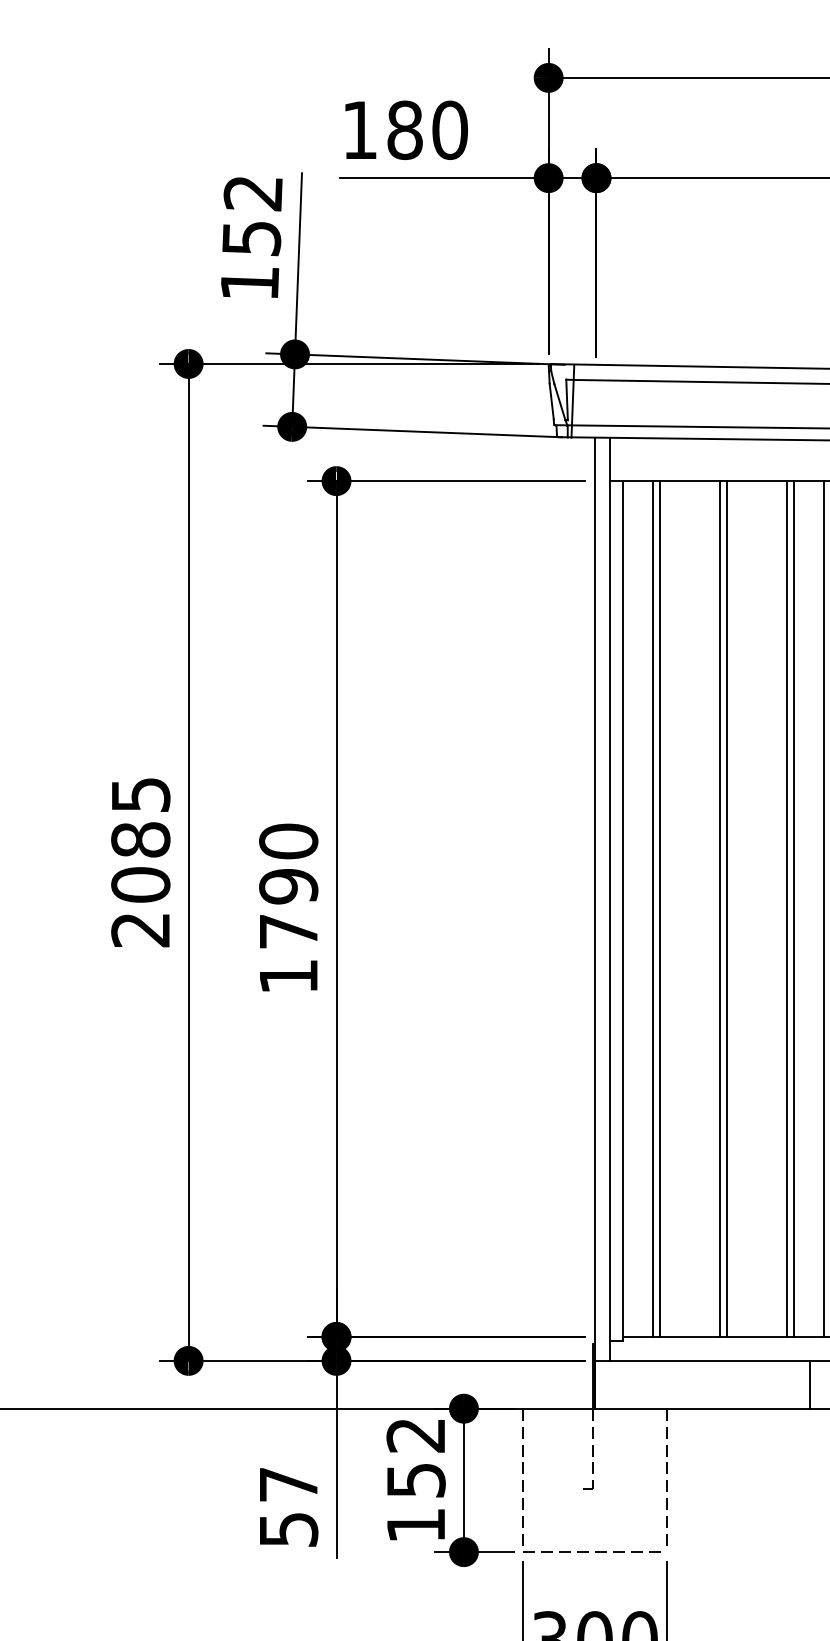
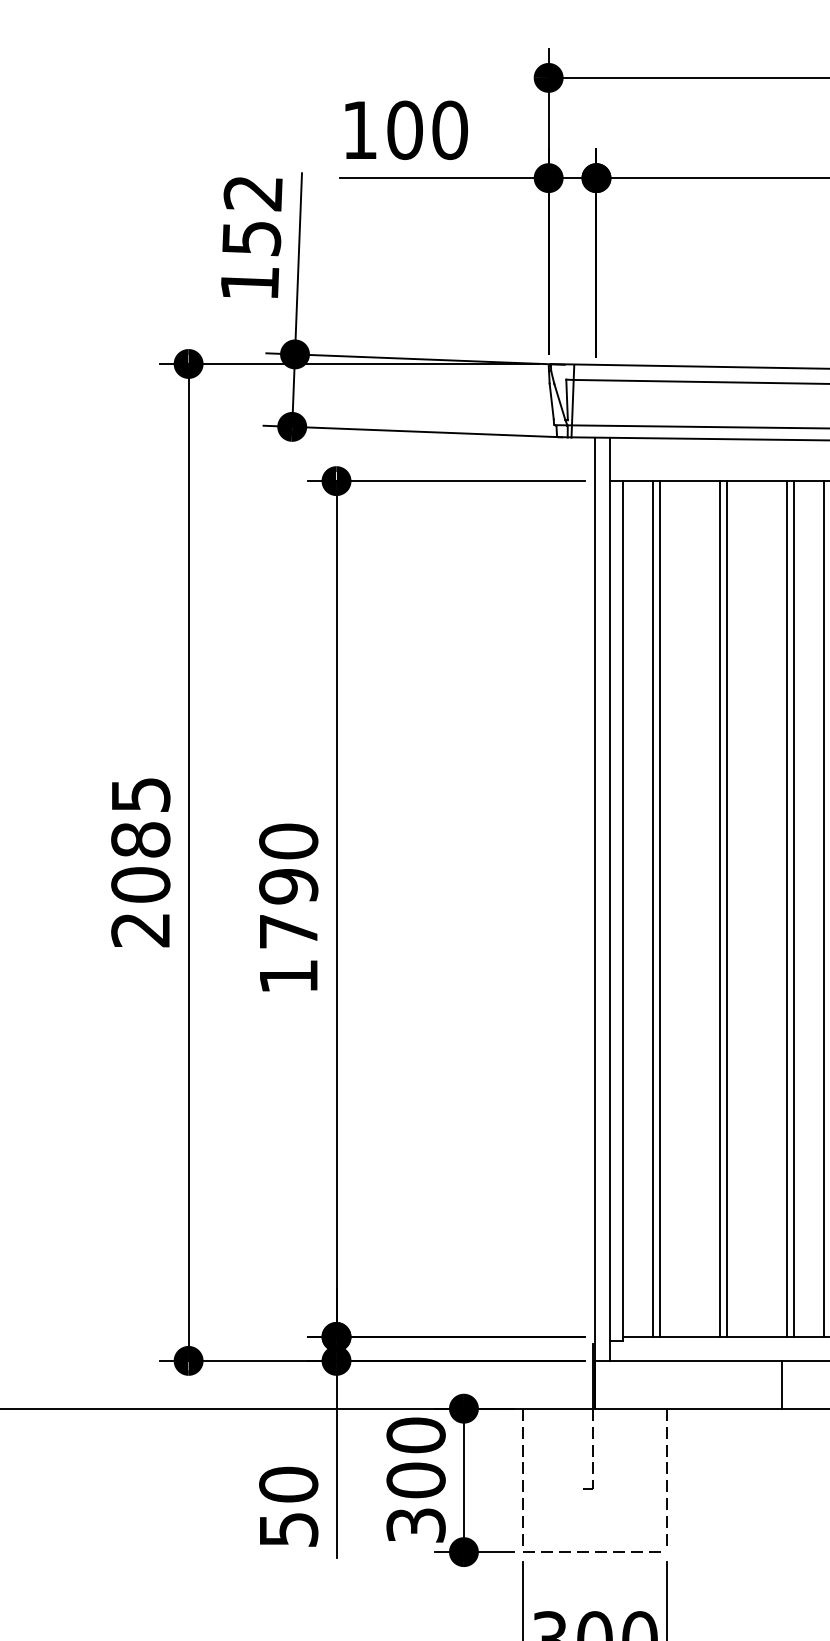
text at (404, 129): 180 -> 100
line at (809, 1384) position: (809, 1384) -> (781, 1384)
text at (415, 1479): 152 -> 300
text at (288, 1484): 57 -> 50
